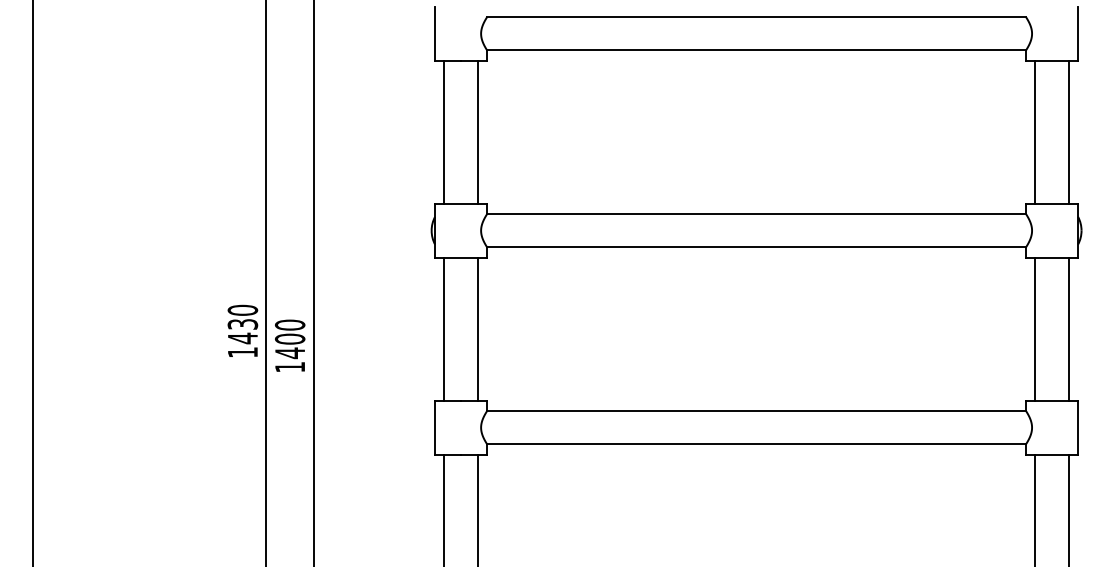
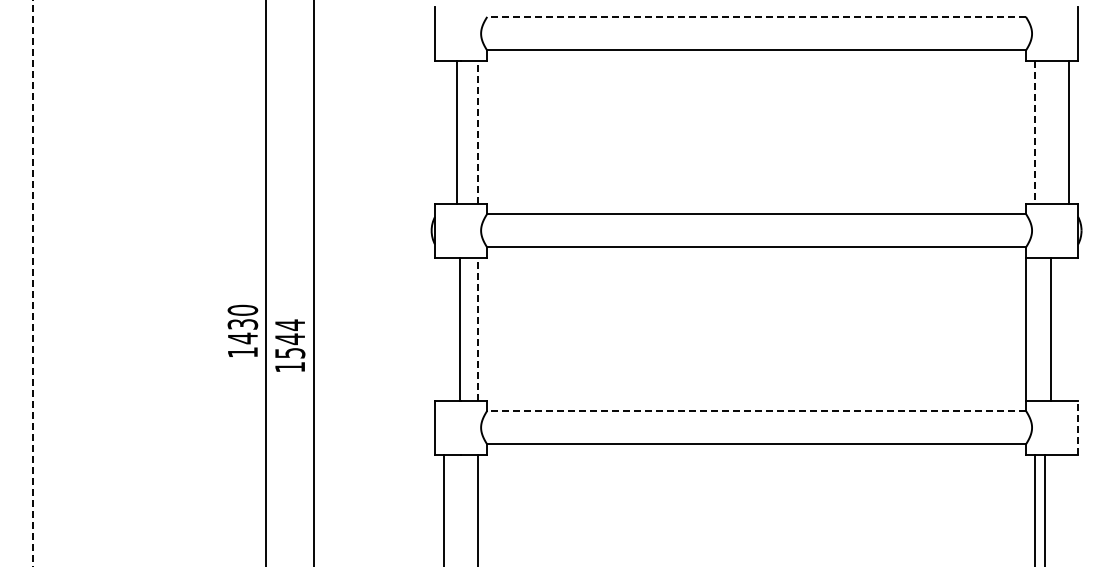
line at (756, 17): solid -> dashed
line at (444, 131) position: (444, 131) -> (457, 131)
line at (477, 131): solid -> dashed
line at (1035, 132): solid -> dashed
line at (33, 283): solid -> dashed
line at (444, 328) position: (444, 328) -> (460, 328)
line at (477, 328): solid -> dashed
line at (1035, 328) position: (1035, 328) -> (1026, 328)
line at (1068, 328) position: (1068, 328) -> (1050, 328)
text at (289, 339): 1400 -> 1544
line at (756, 410): solid -> dashed
line at (1078, 427): solid -> dashed
line at (1068, 508) position: (1068, 508) -> (1044, 508)
